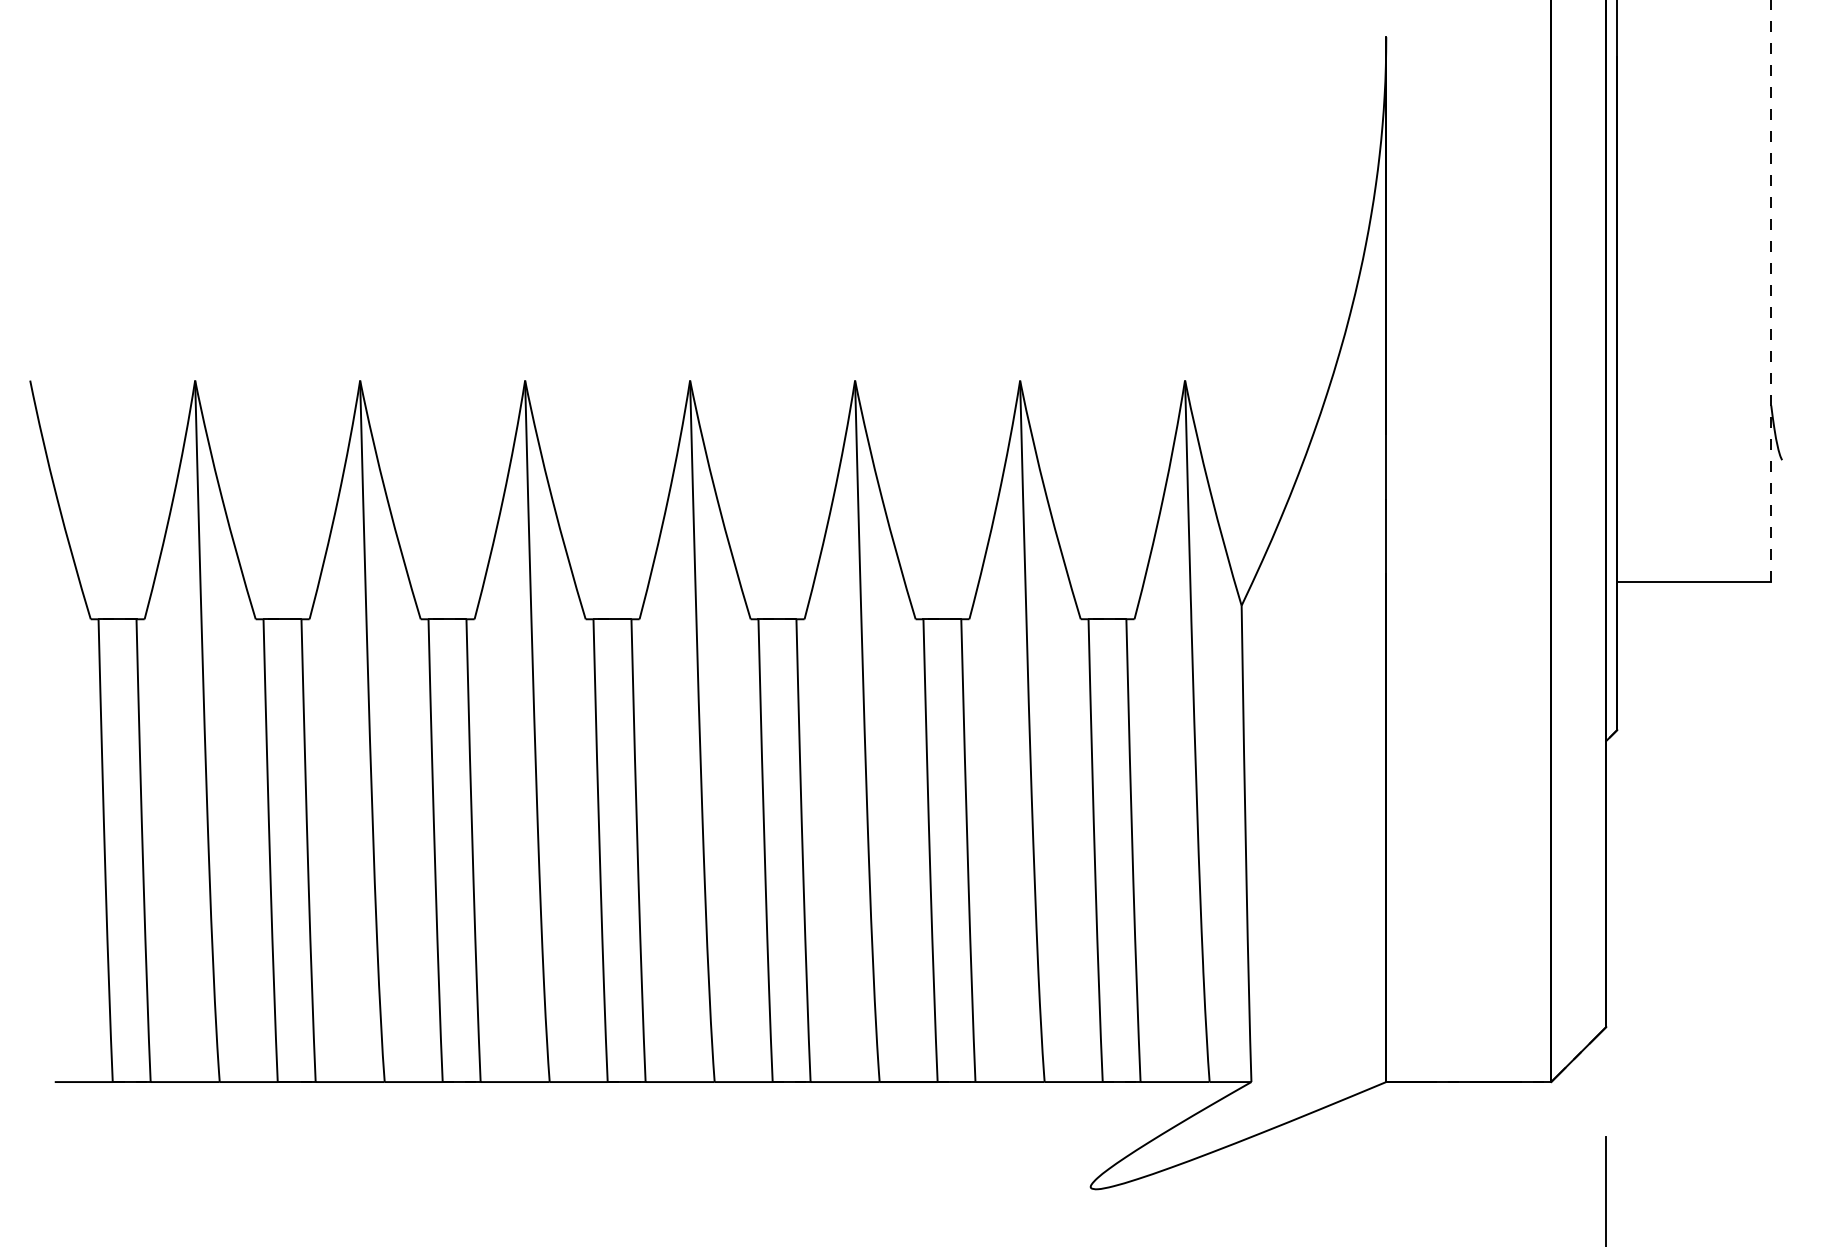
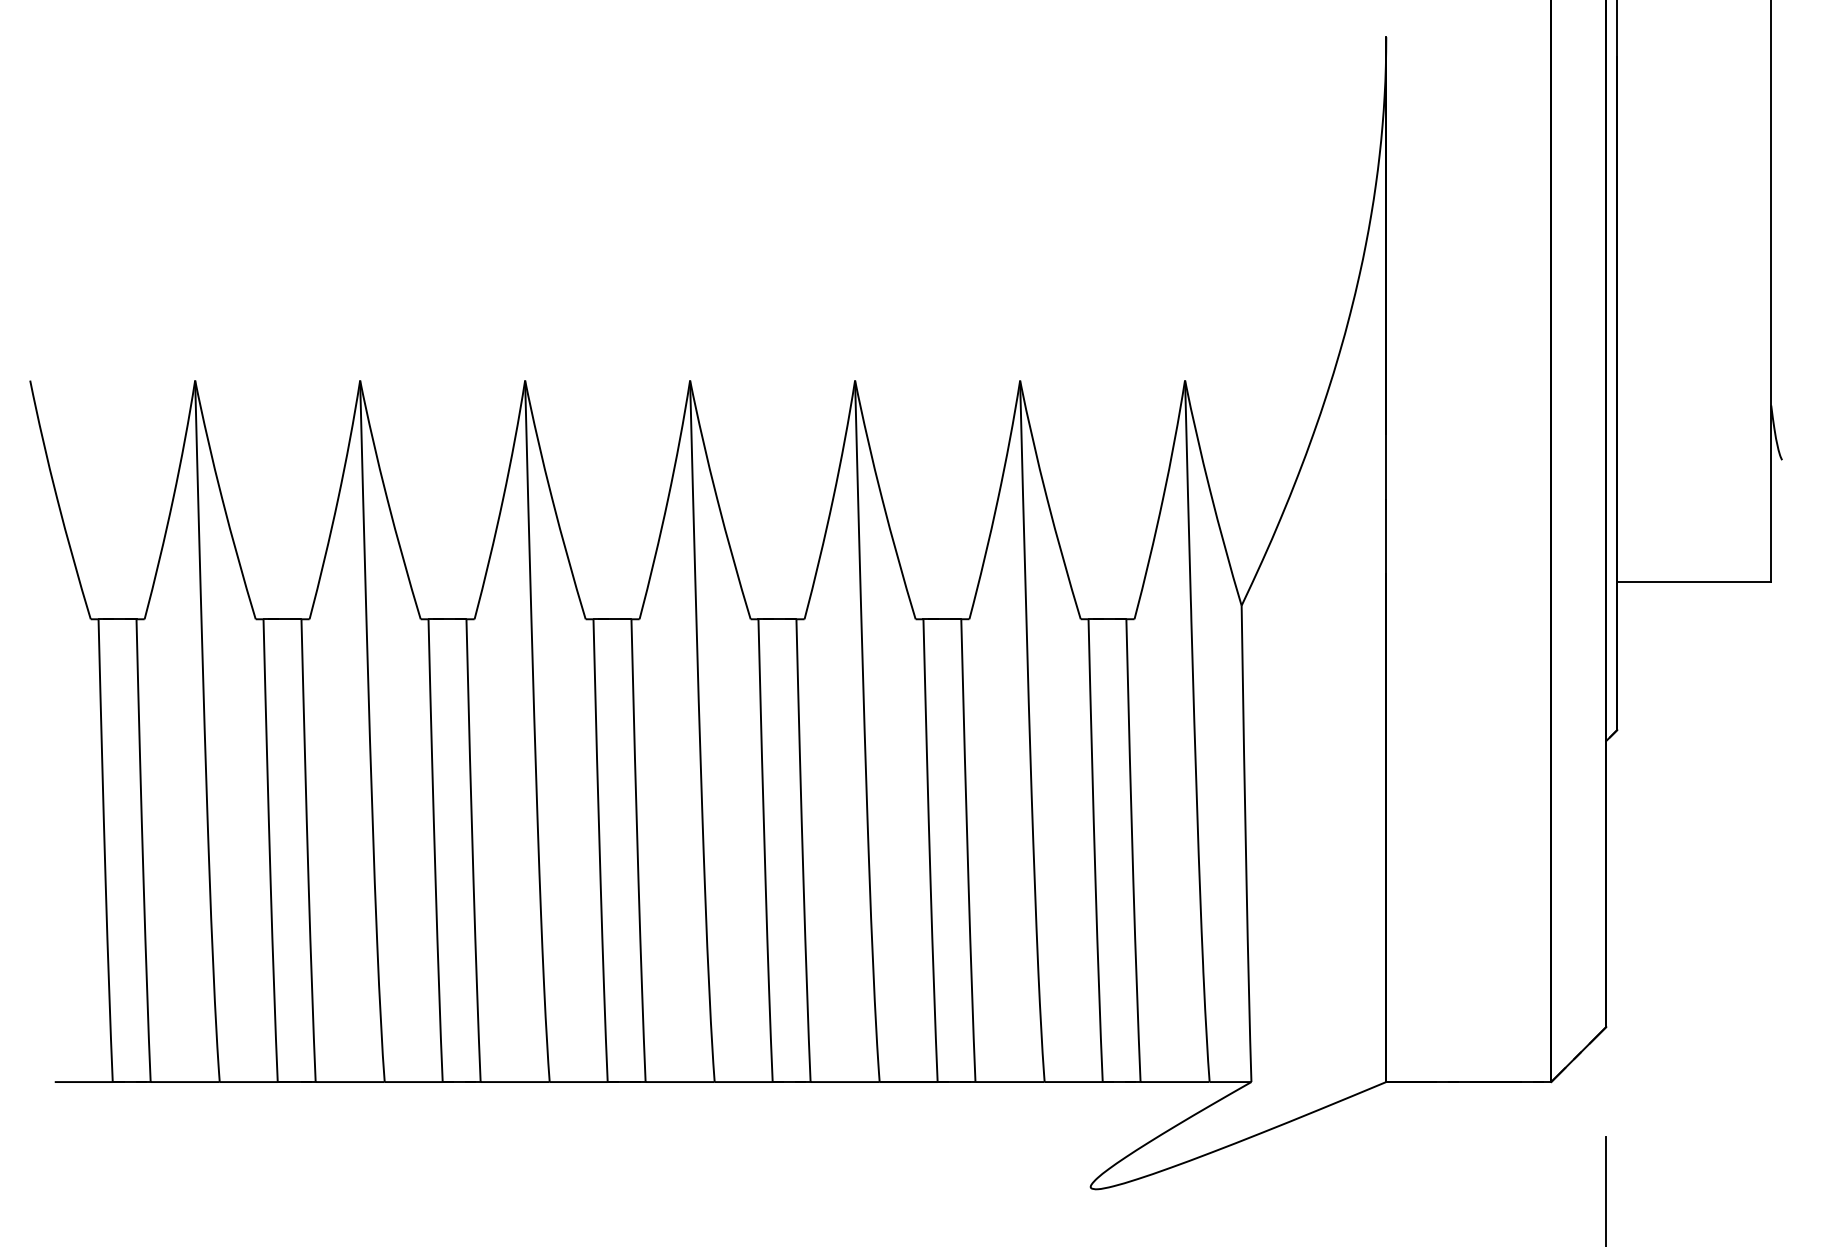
line at (1771, 290): dashed -> solid
